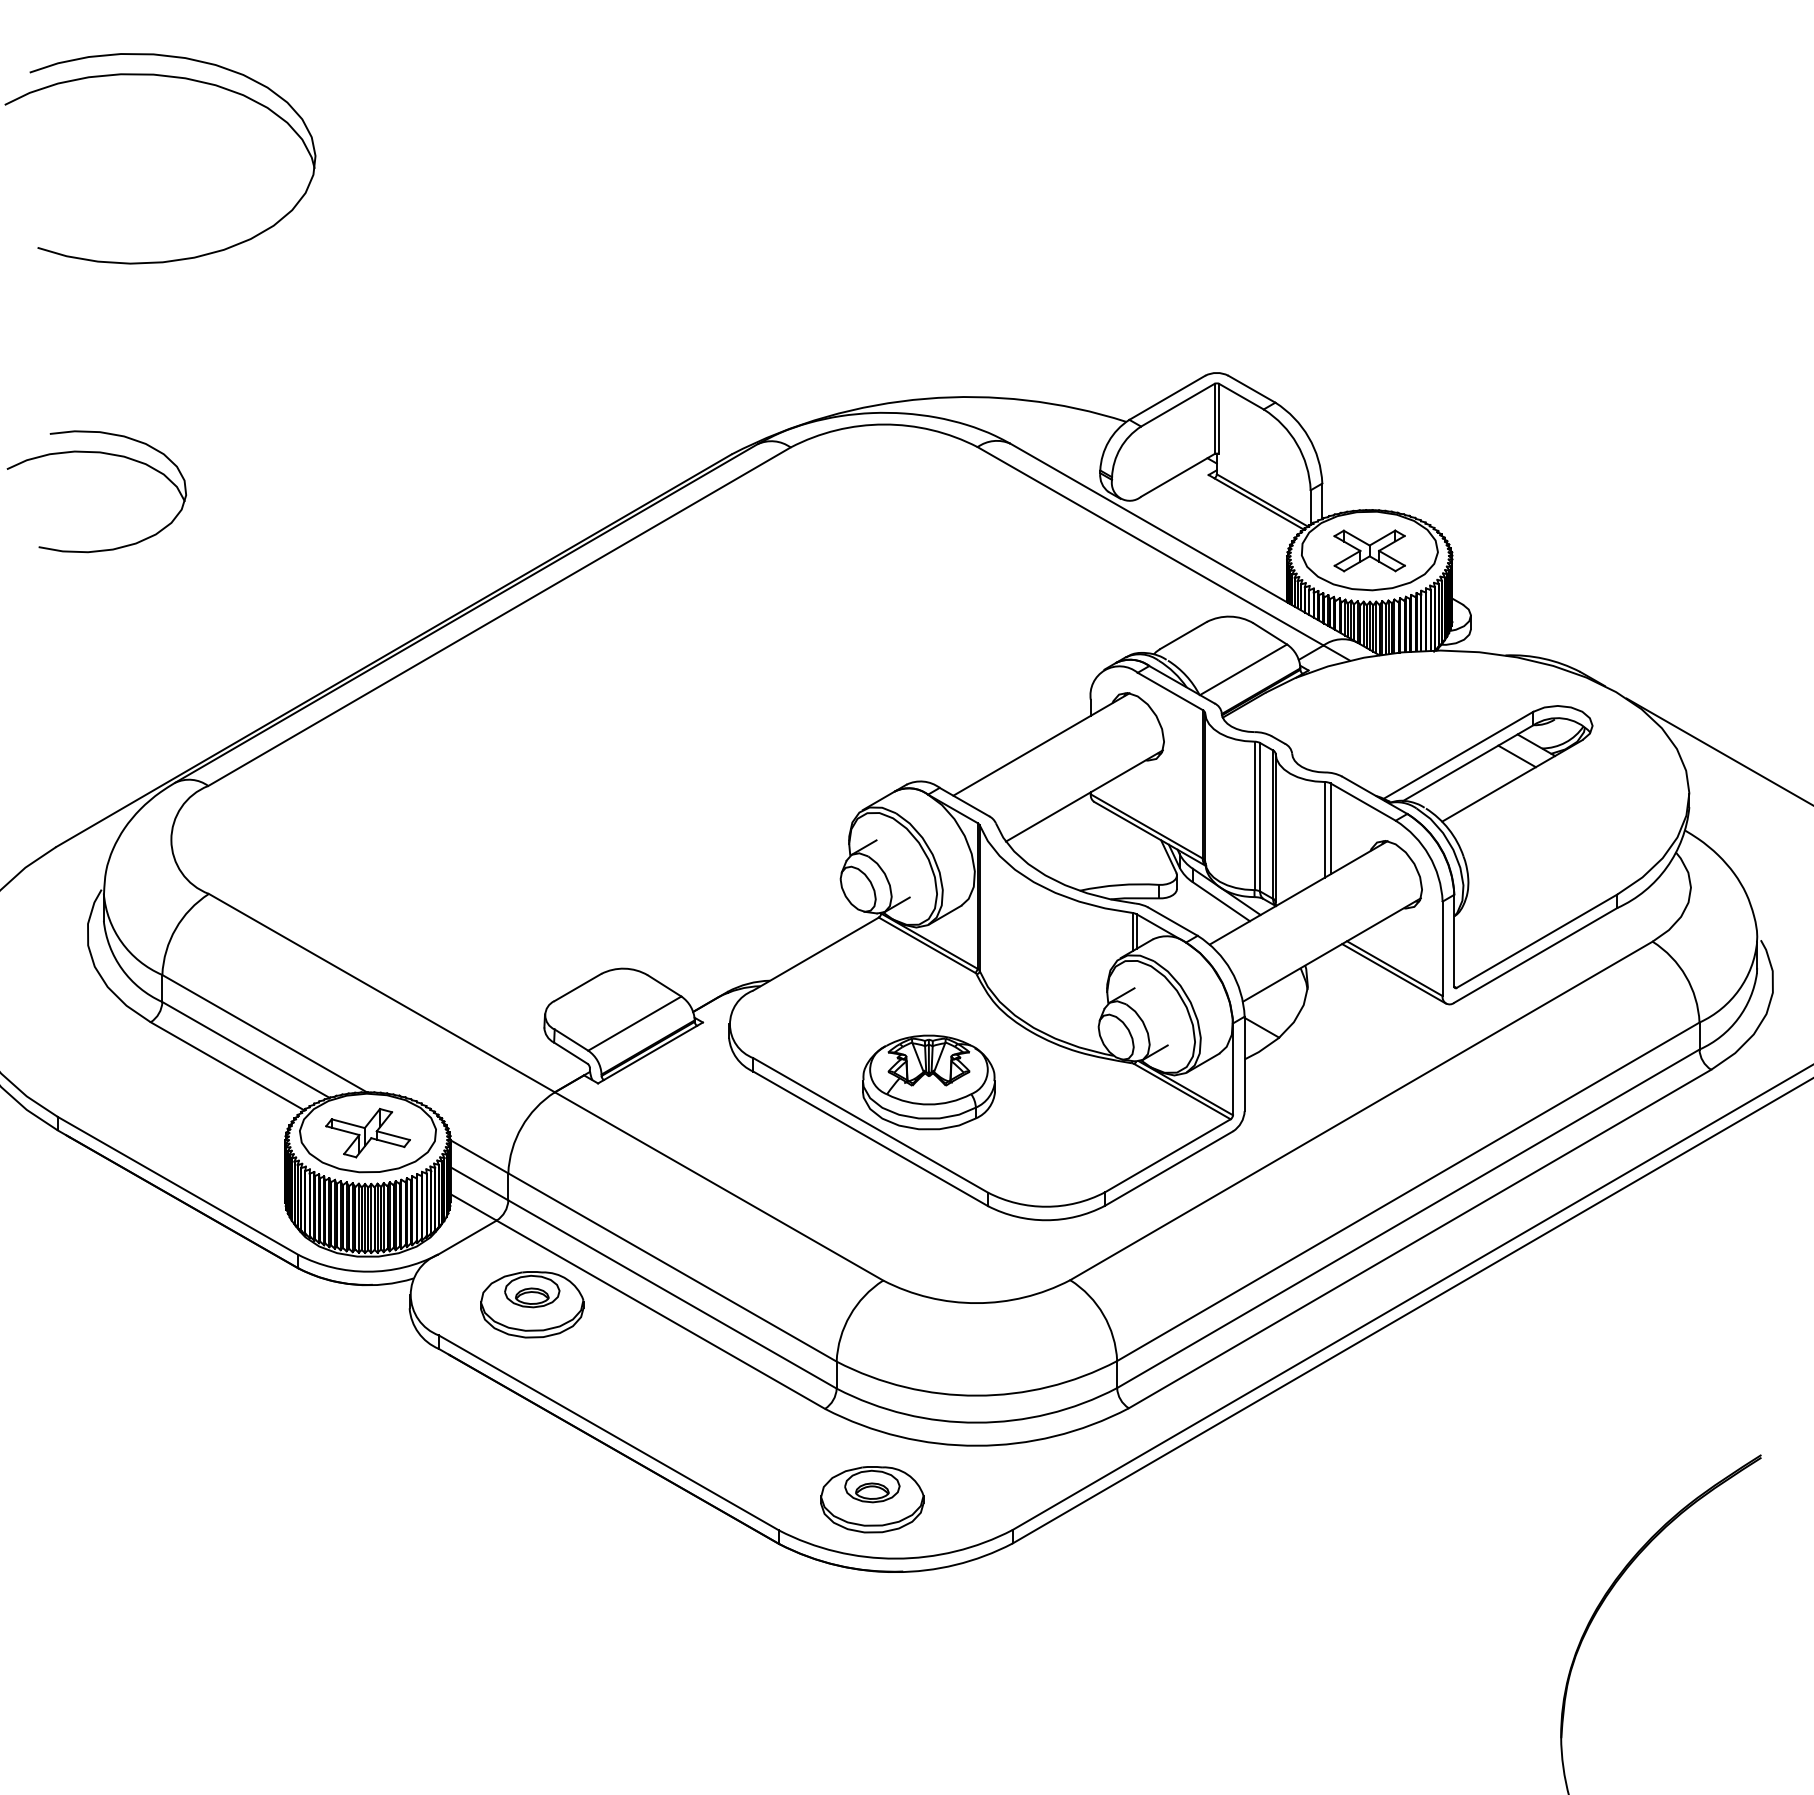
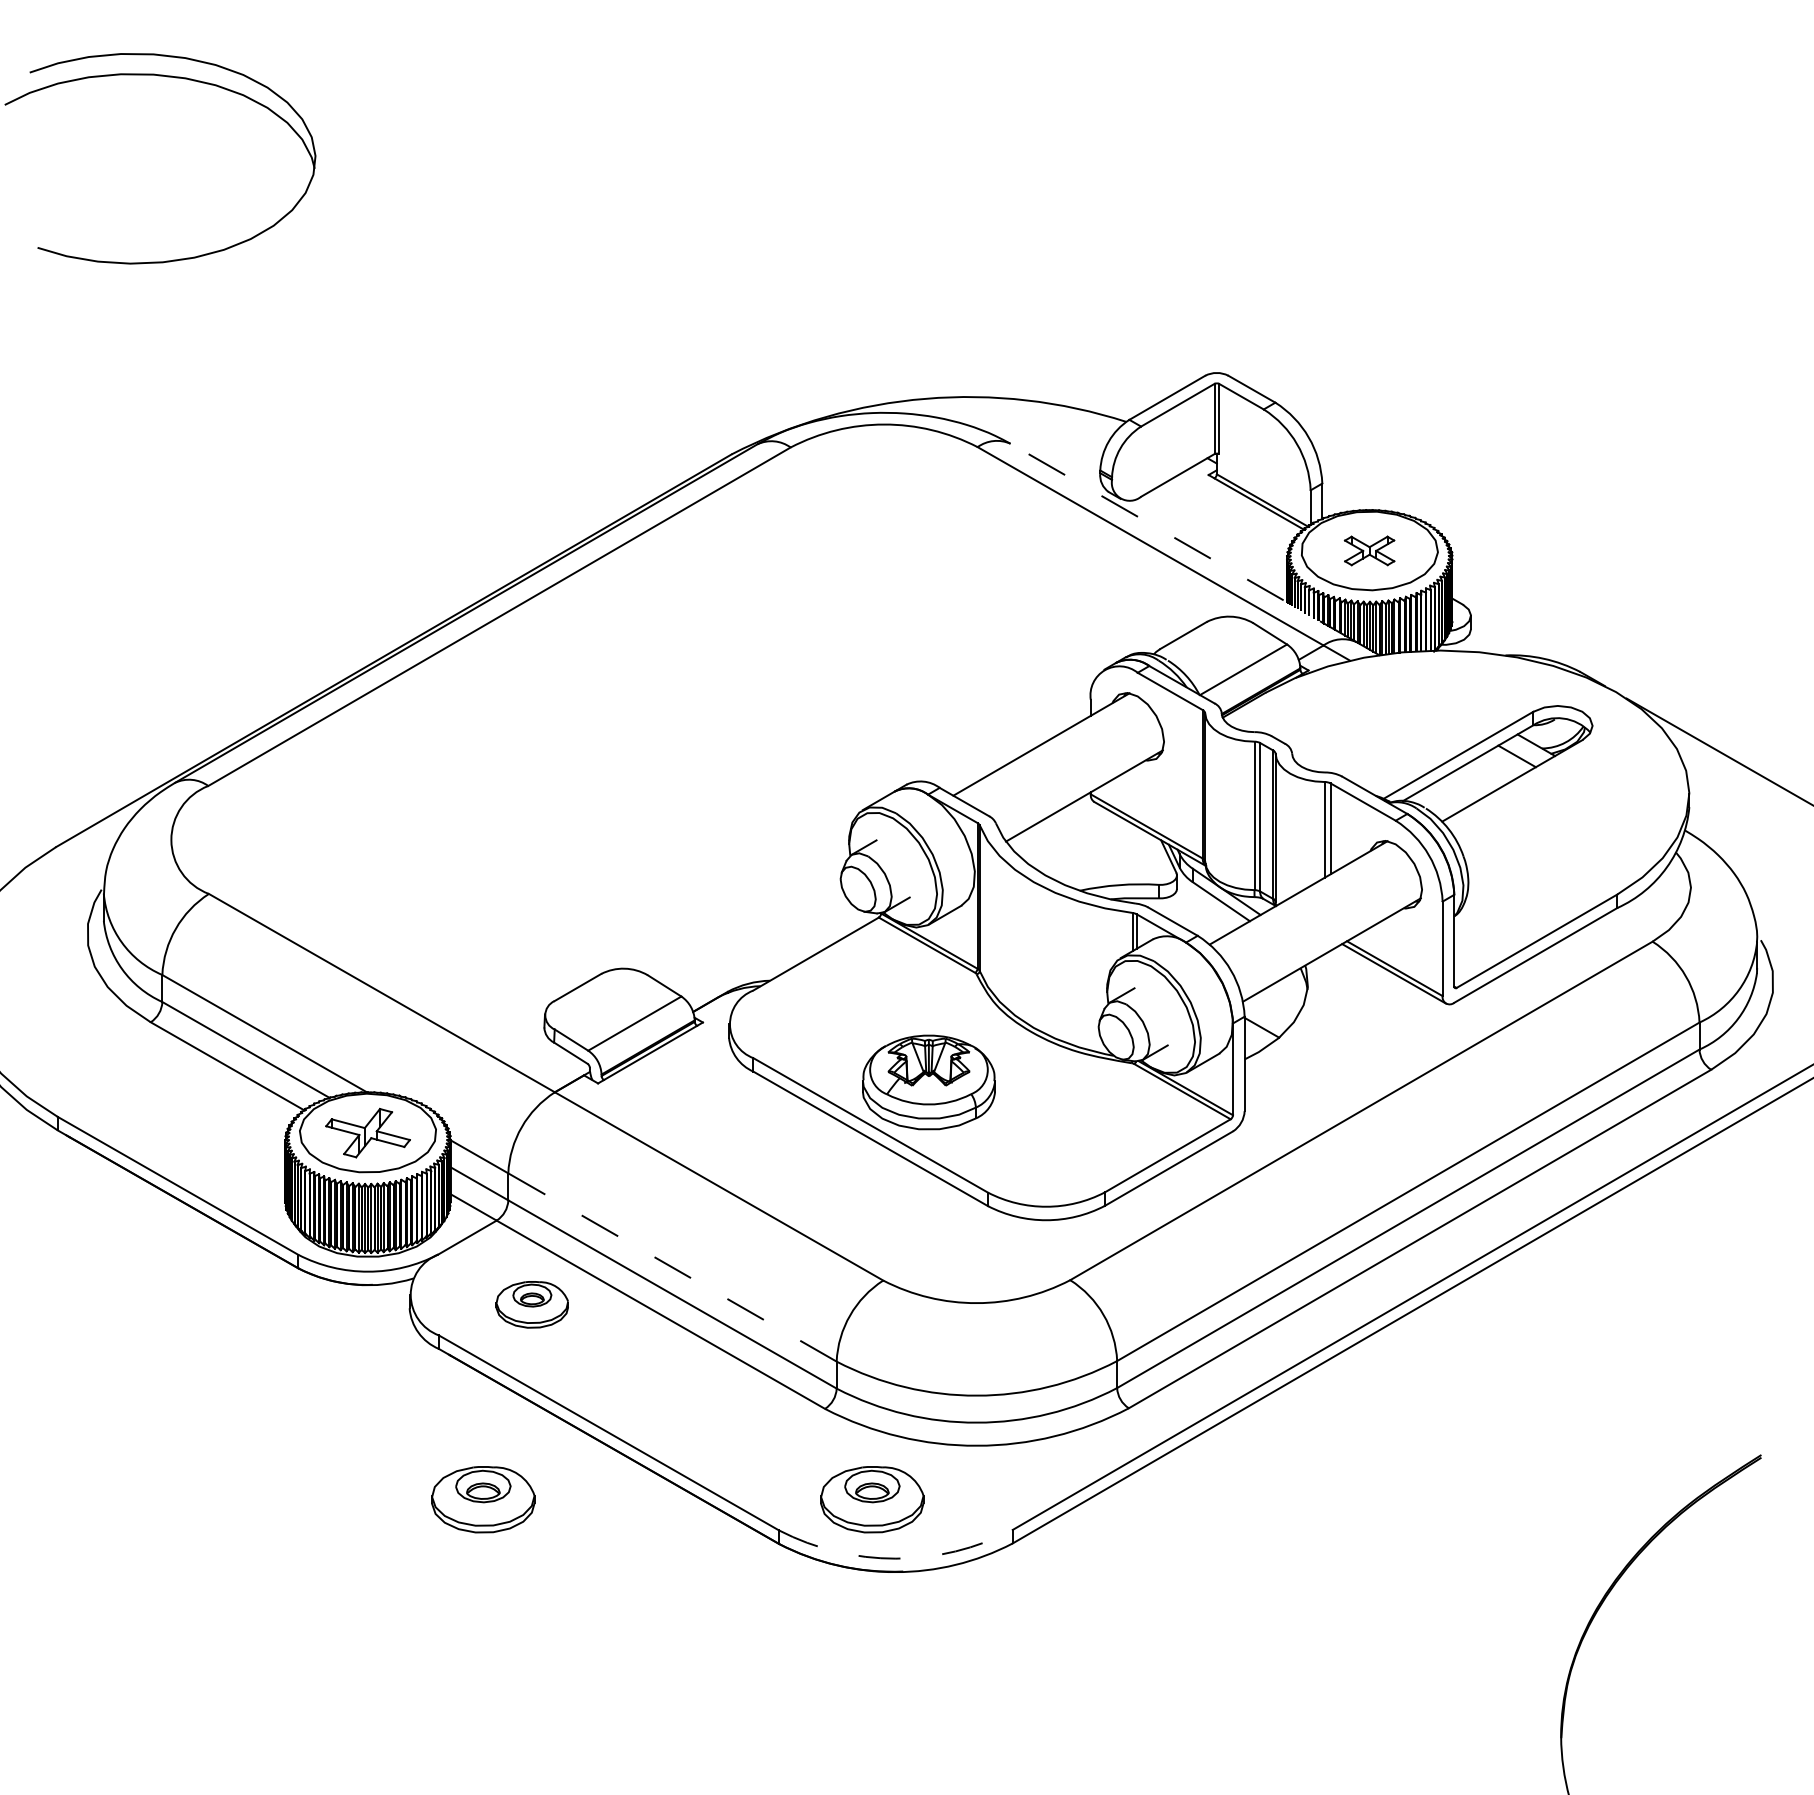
part at (104, 454): present -> none
line at (1183, 542): solid -> dashed
part at (1369, 550) size: 73x44 px -> 53x32 px
line at (672, 1267): solid -> dashed
part at (532, 1304) size: 105x68 px -> 74x48 px
part at (483, 1499): none -> present
arc at (895, 1558): solid -> dashed
